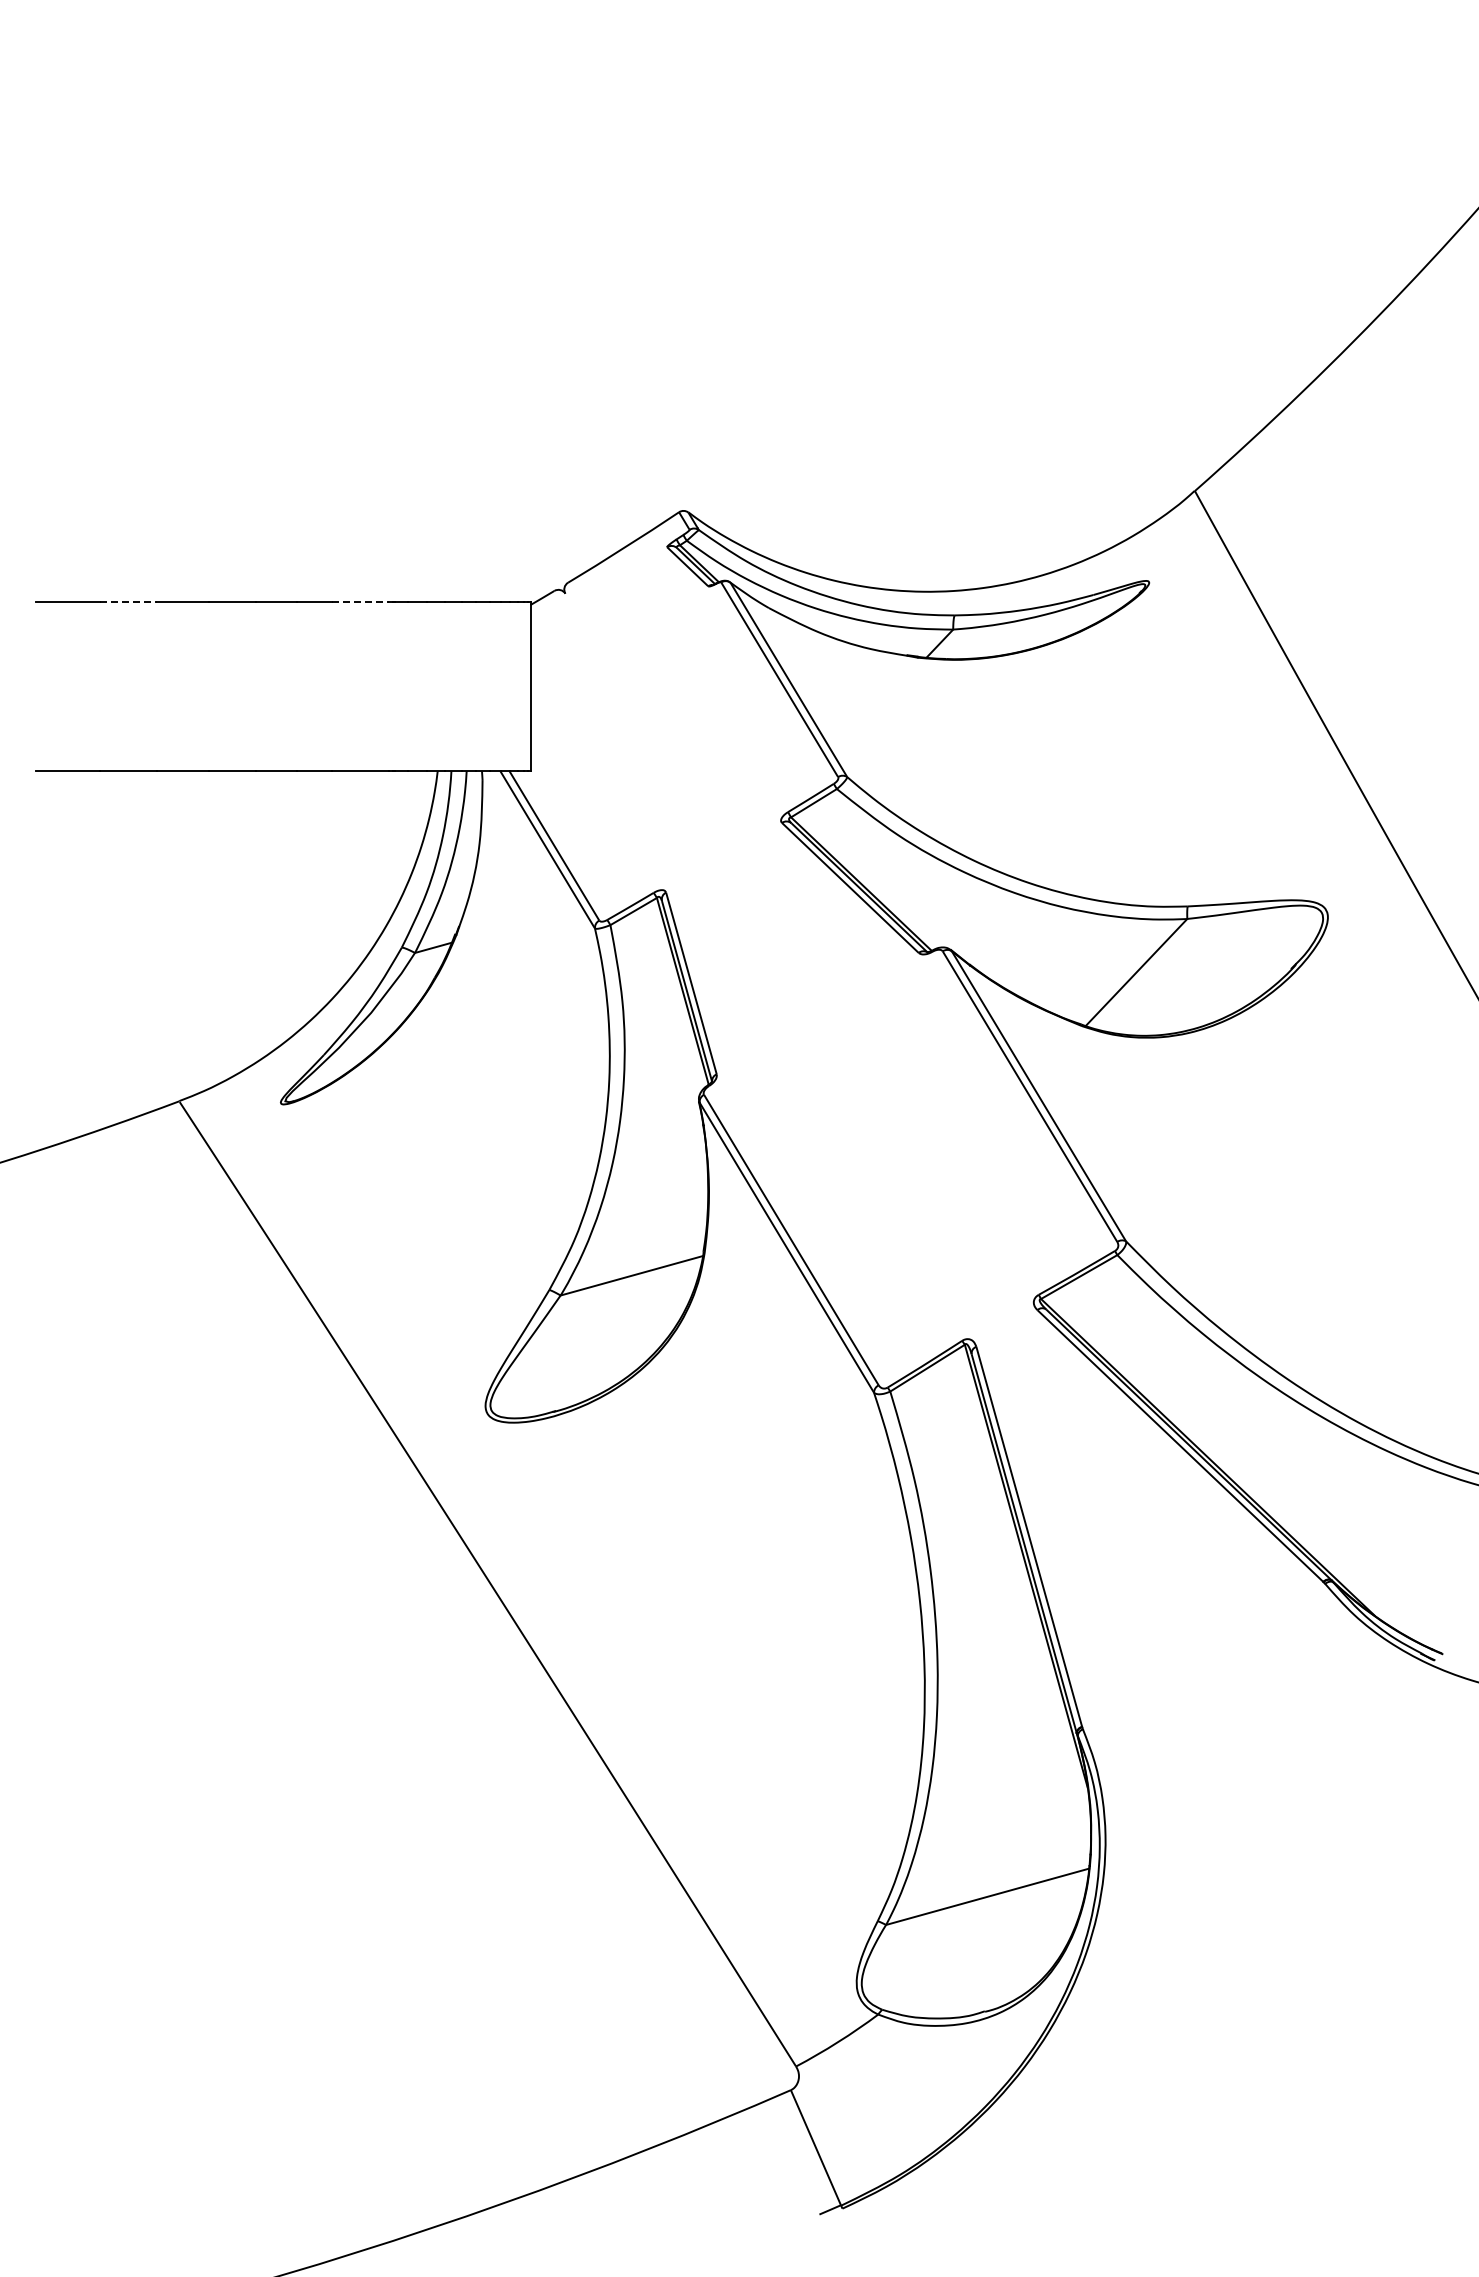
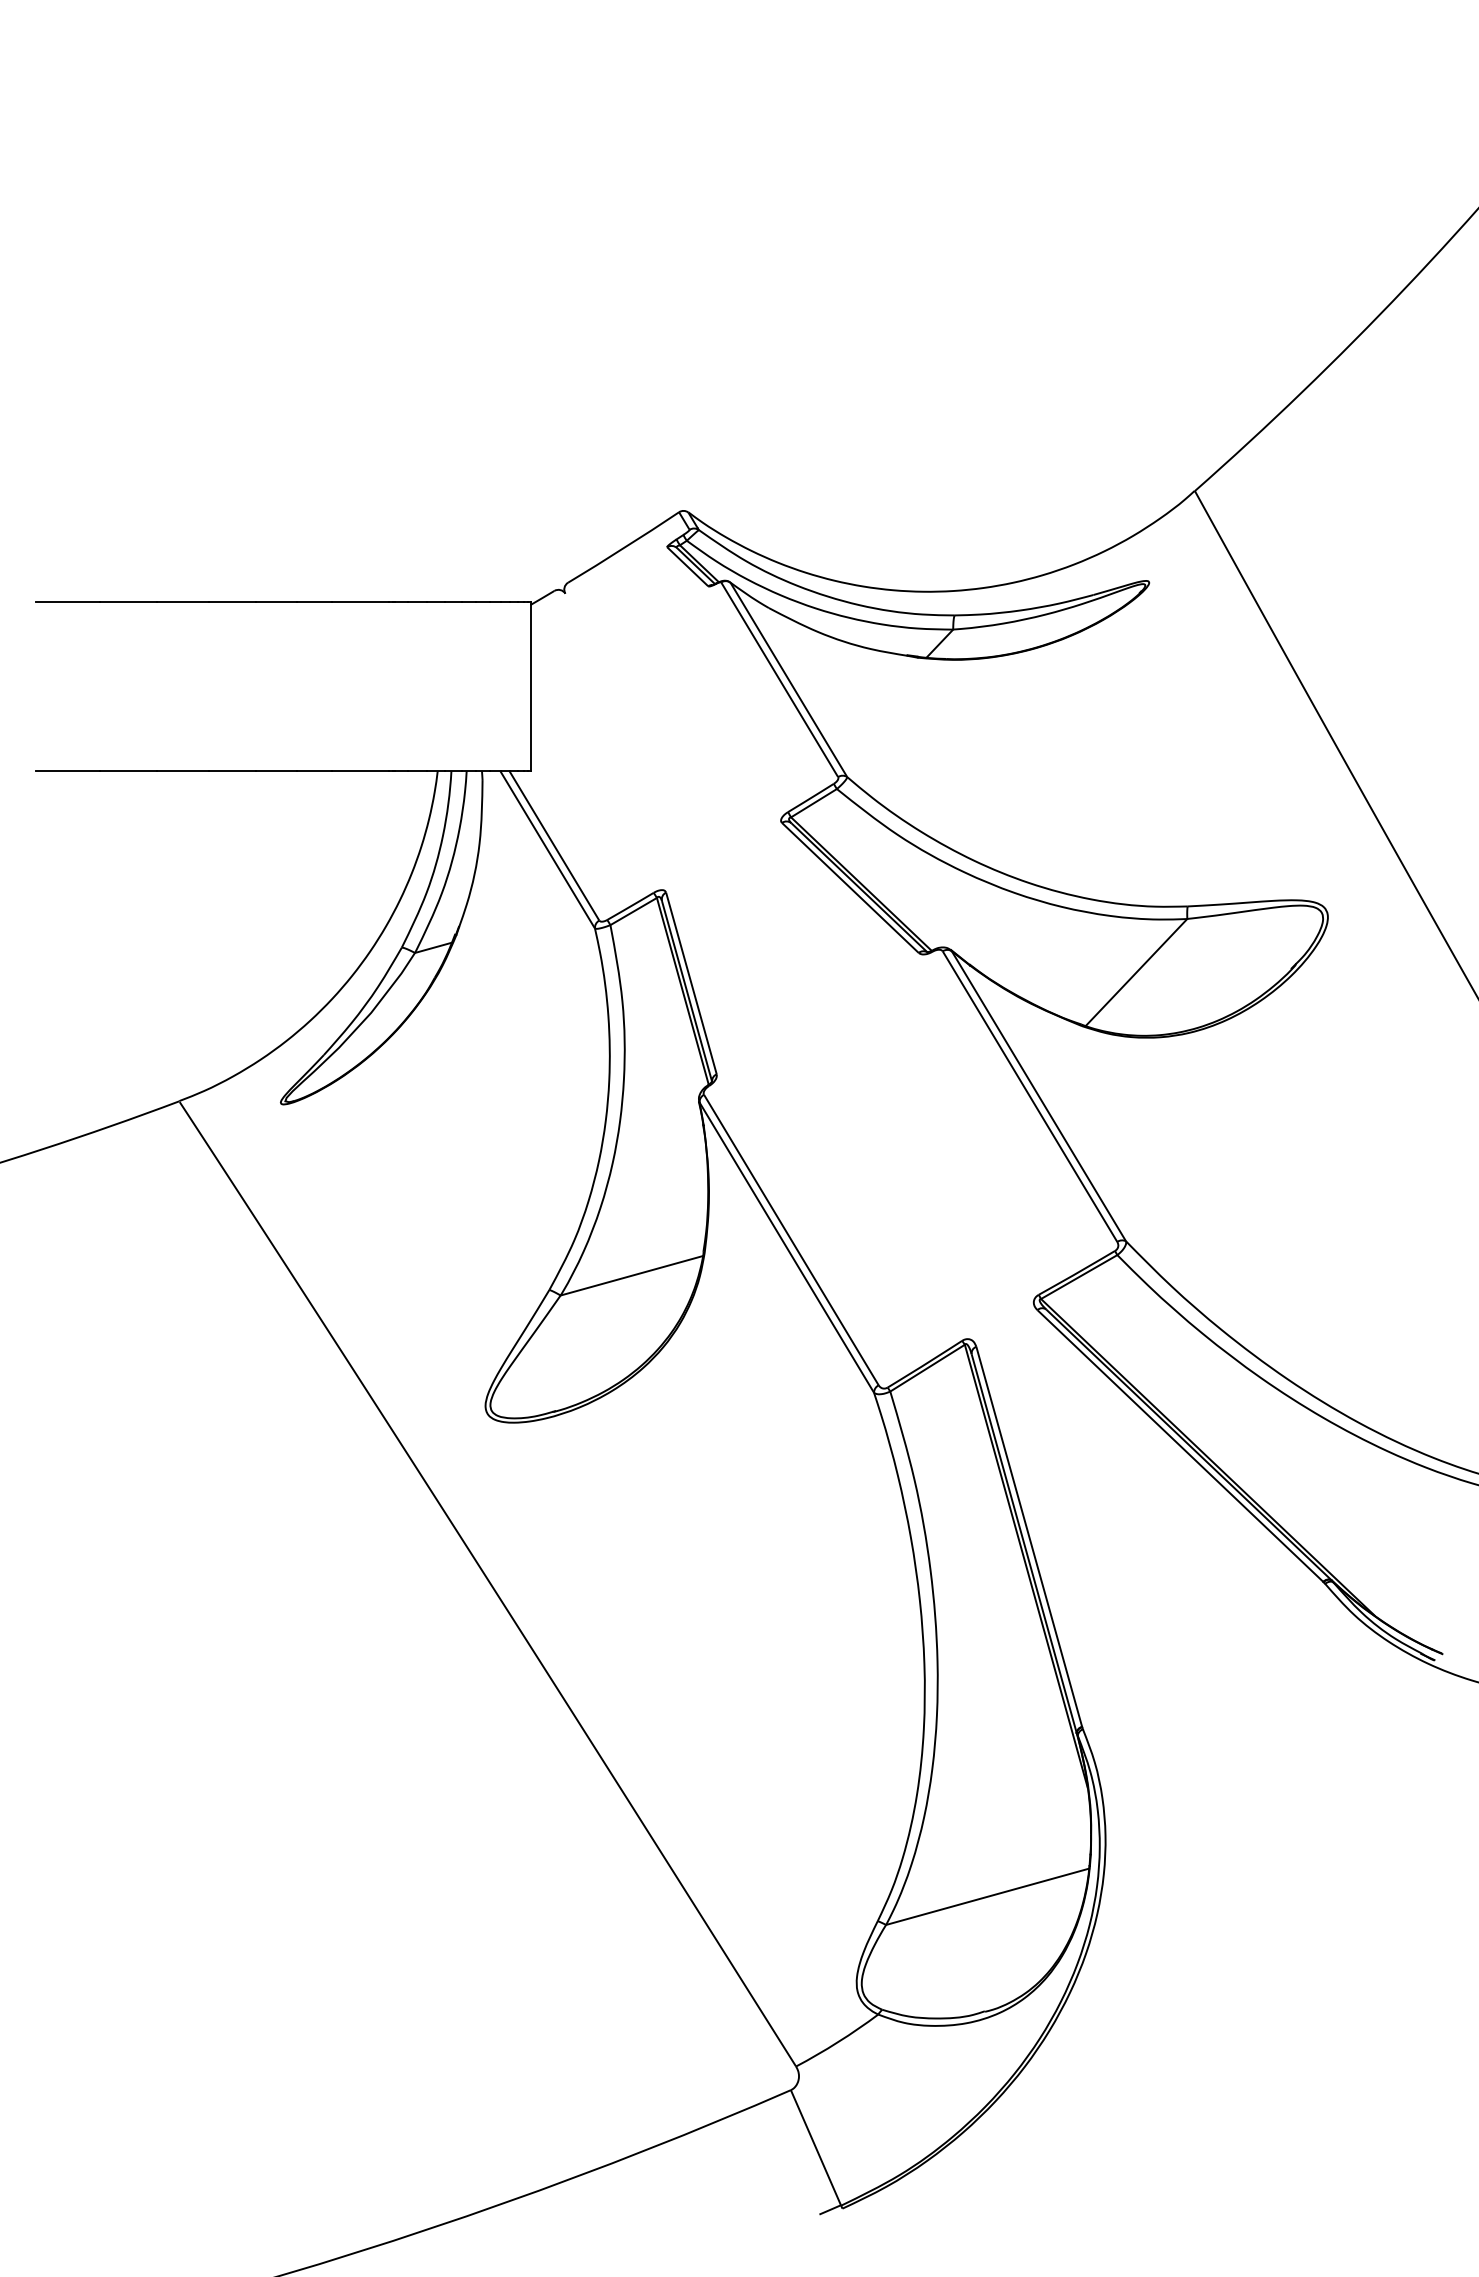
line at (128, 601): dashed -> solid
line at (360, 601): dashed -> solid
